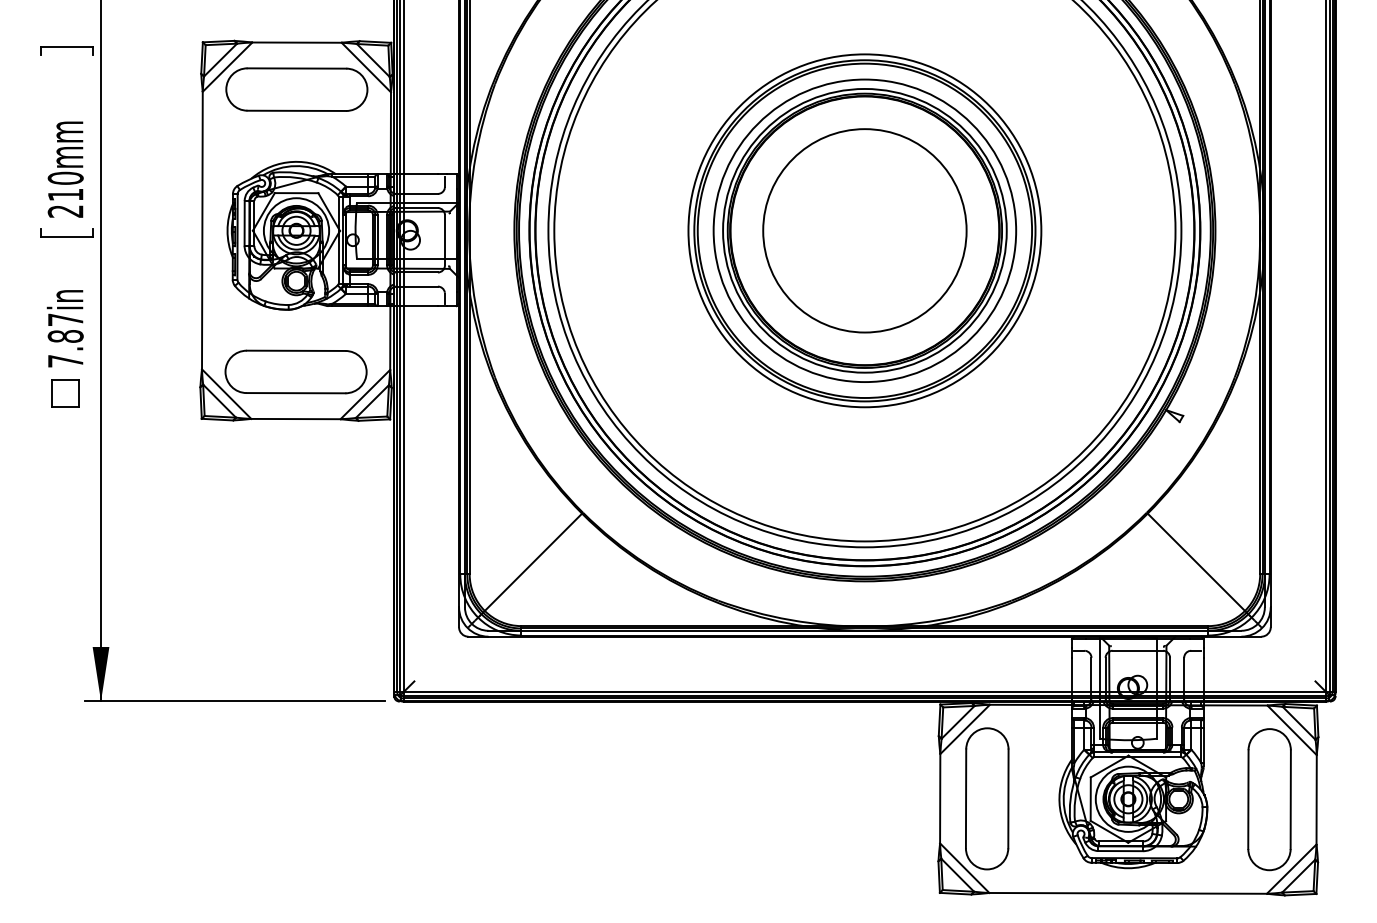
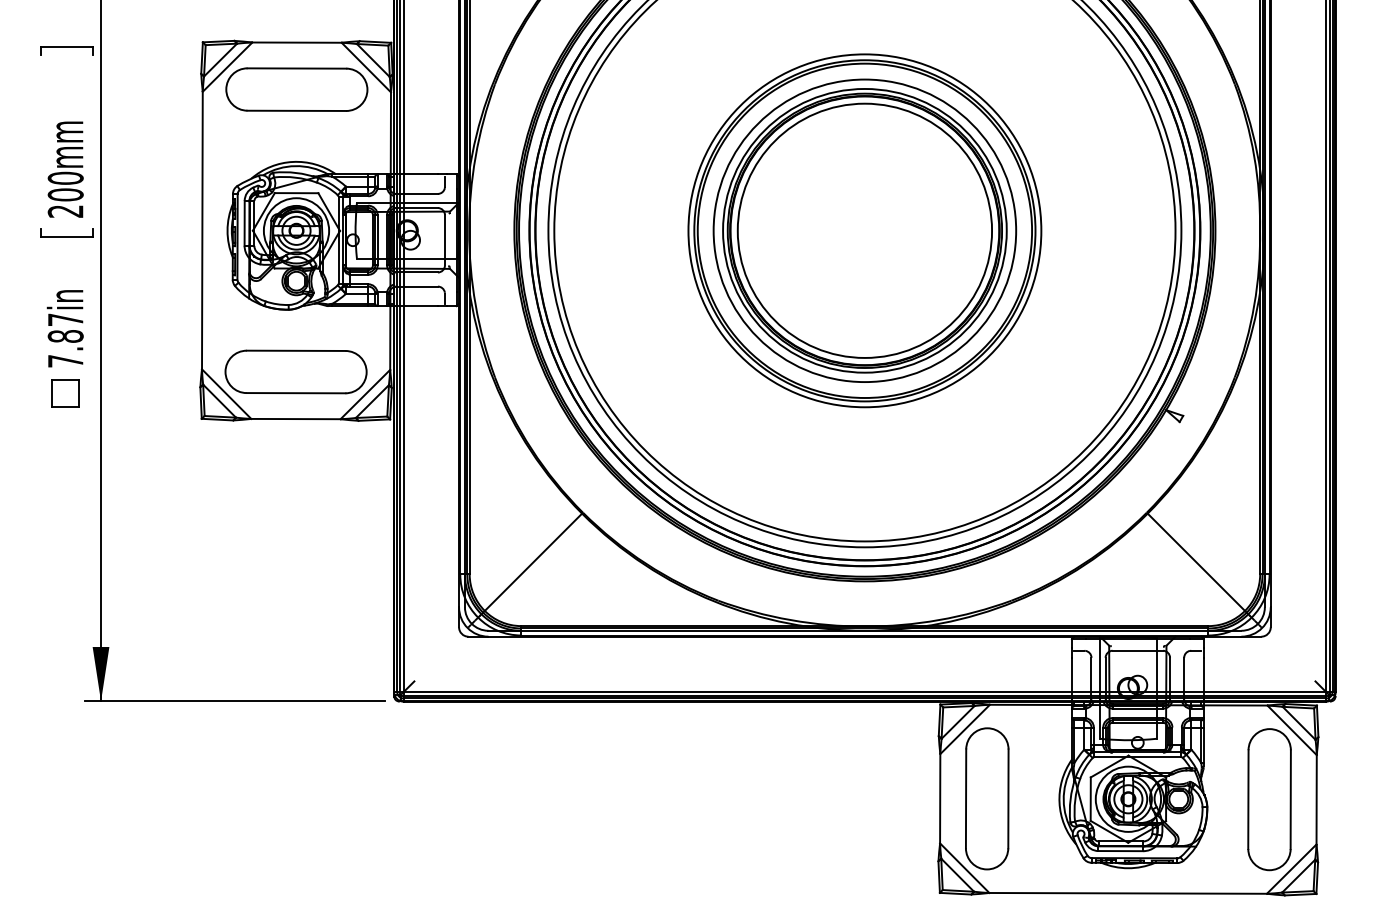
text at (65, 194): 210mm -> 200mm
circle at (864, 230) diameter: 203 px -> 254 px
